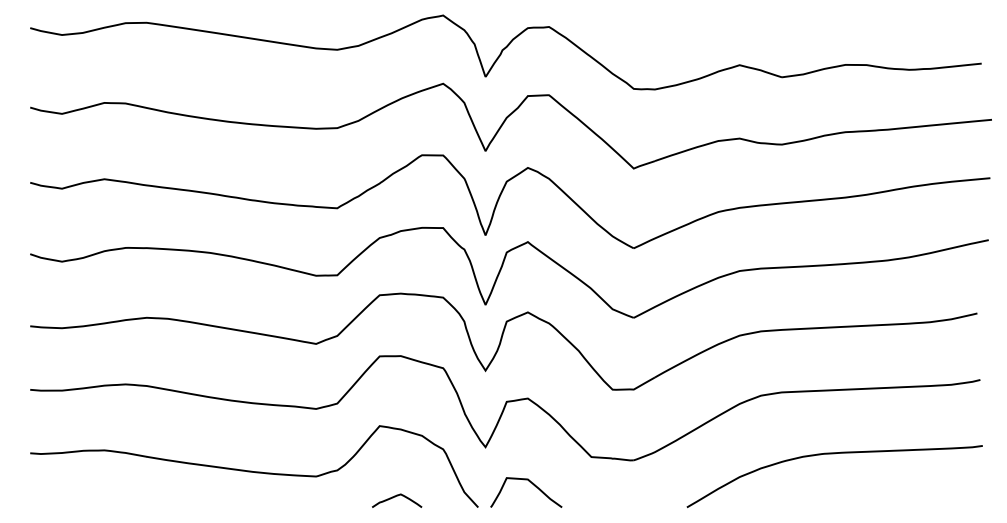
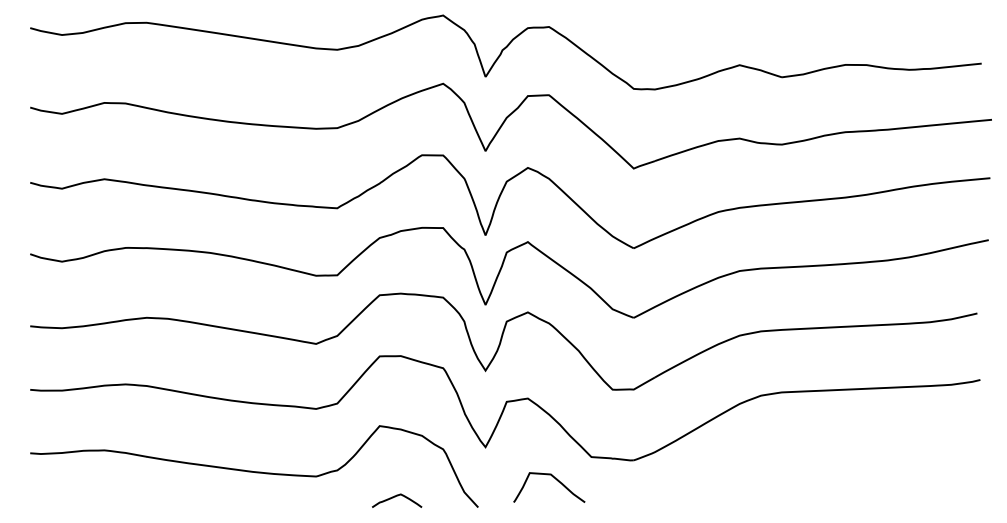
curve at (834, 454): present -> none
curve at (533, 485) position: (533, 485) -> (556, 480)
